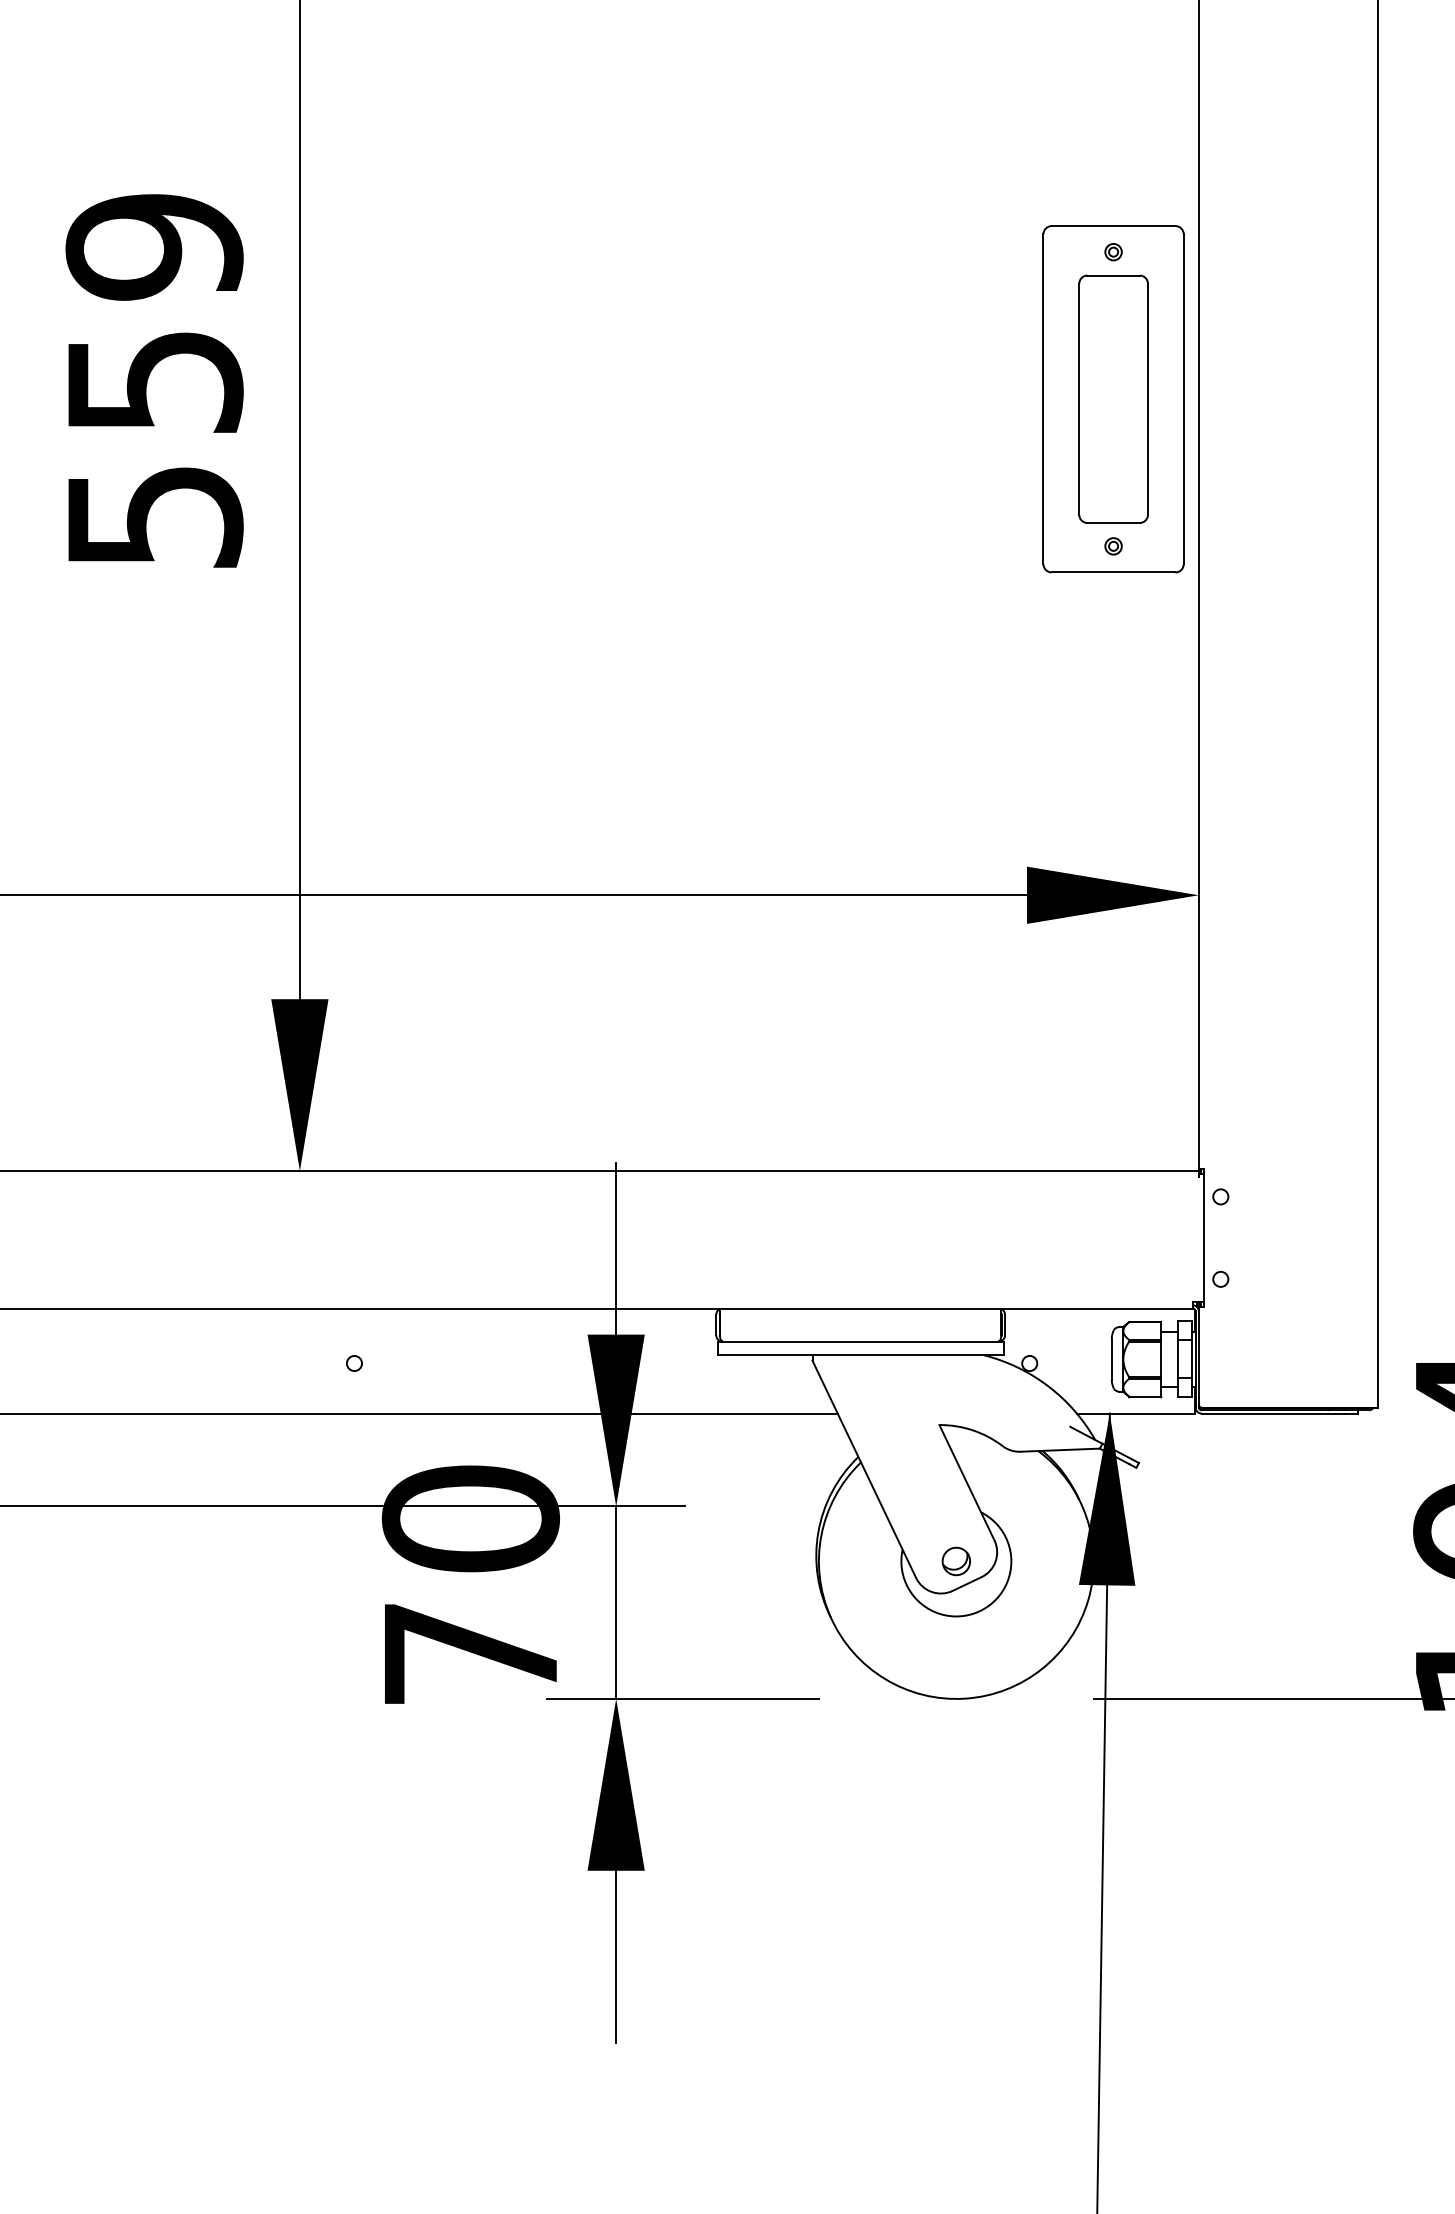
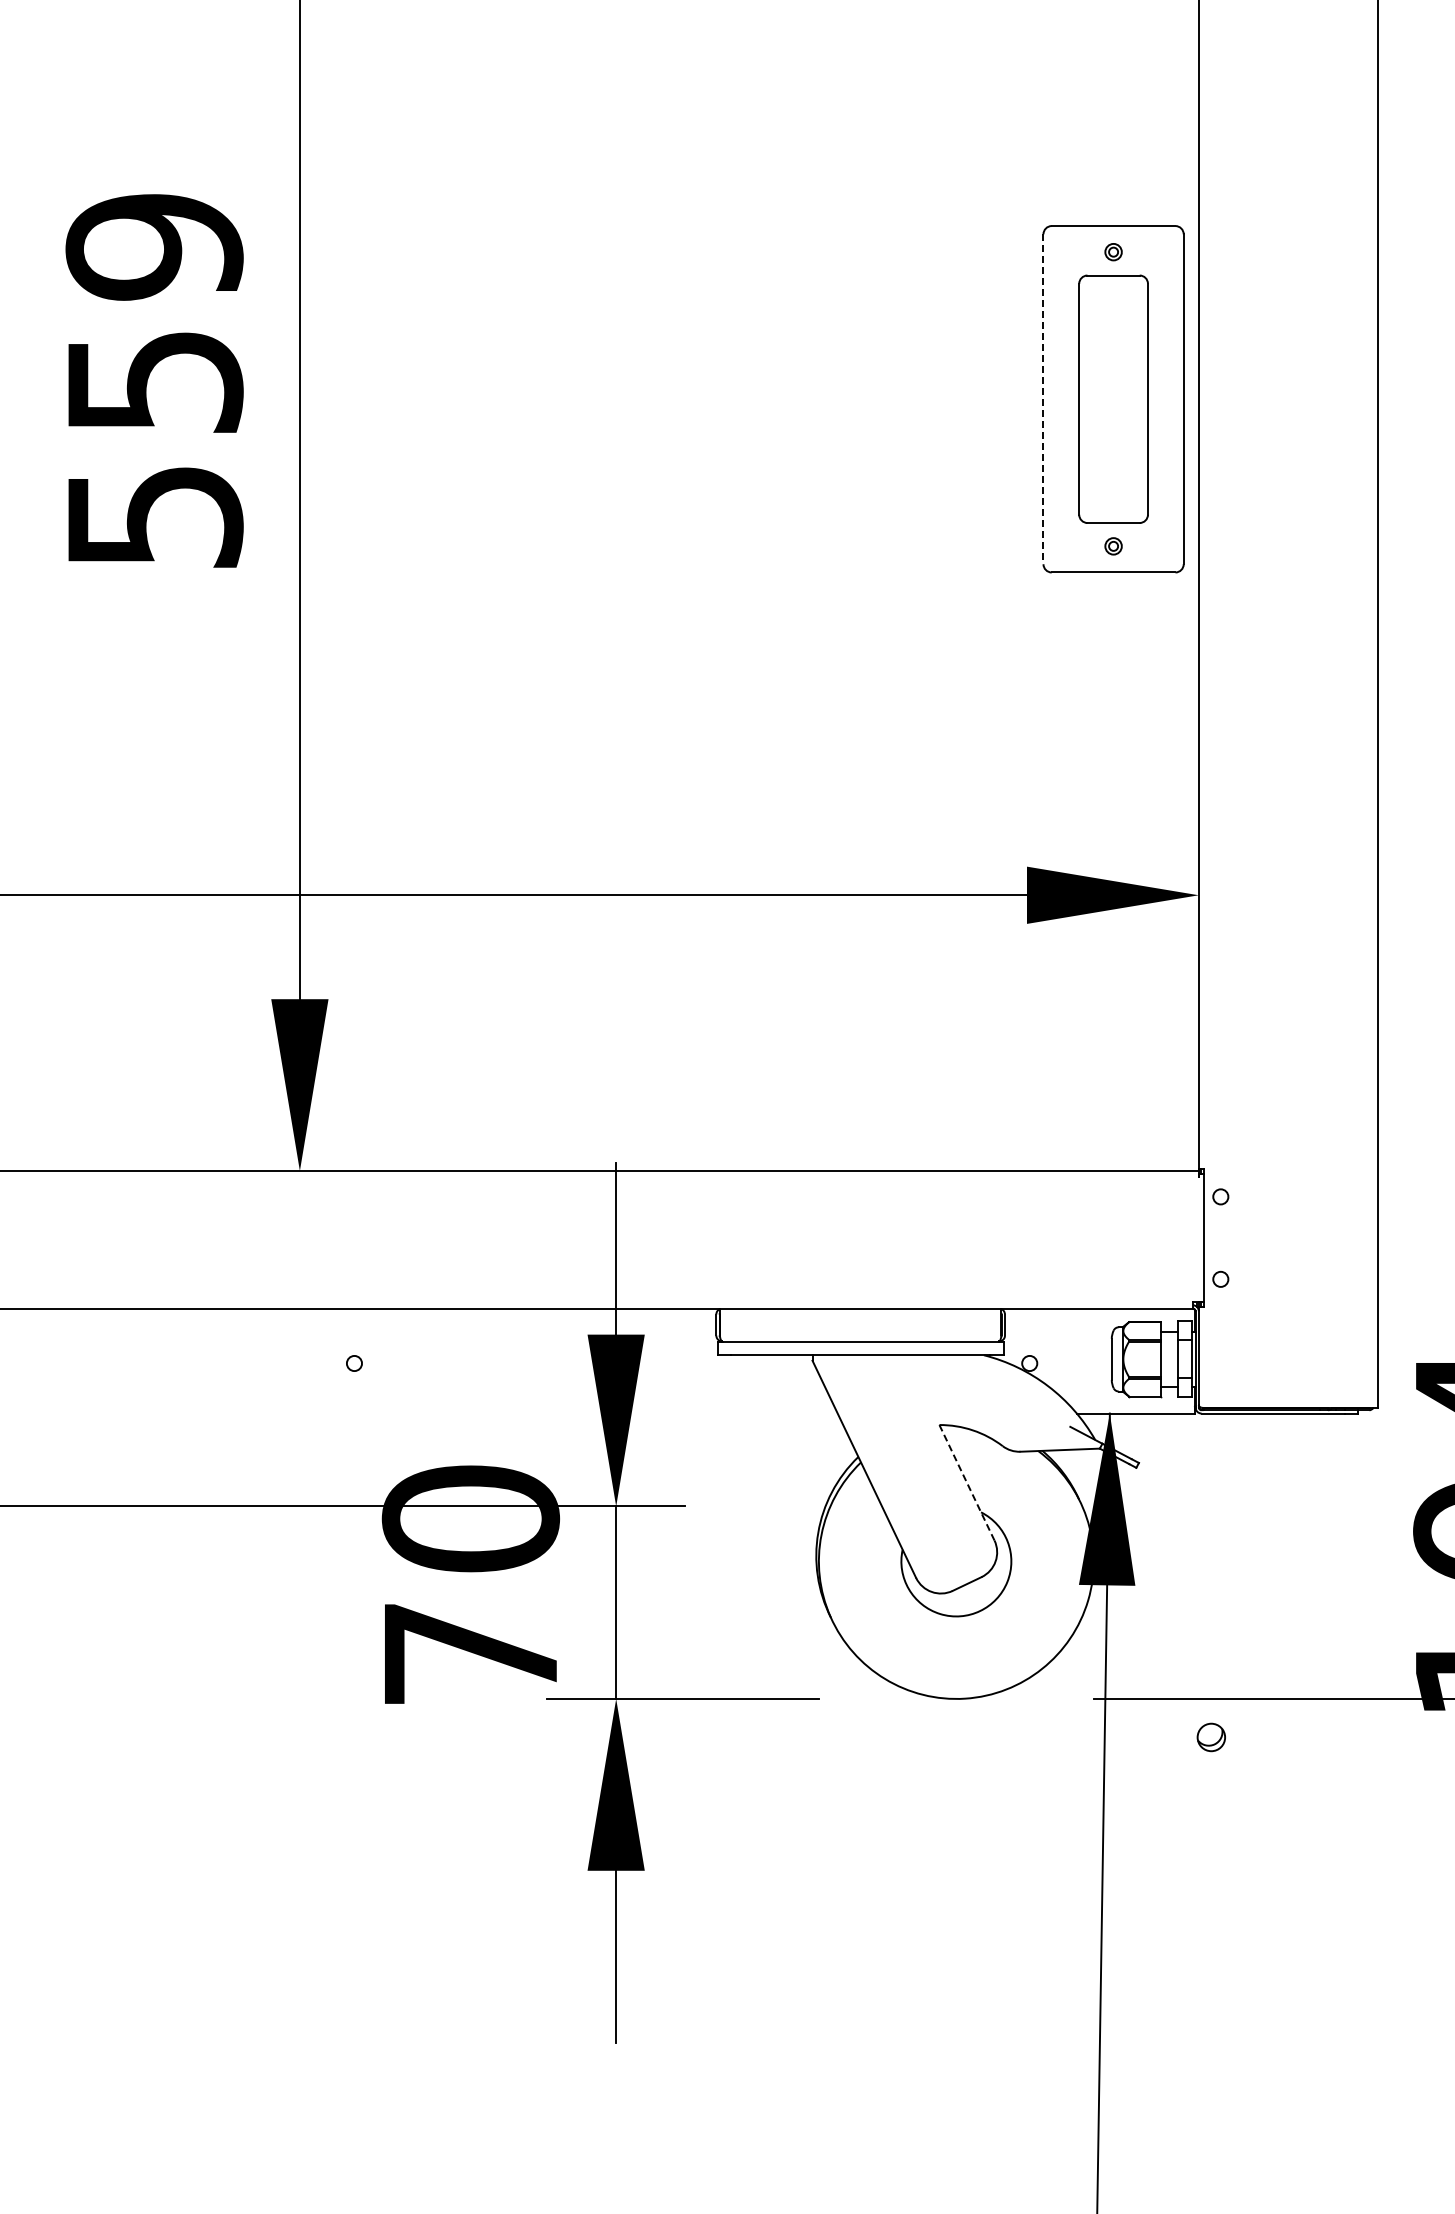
line at (1043, 399): solid -> dashed
line at (419, 1413): present -> none
line at (966, 1482): solid -> dashed
part at (955, 1561) position: (955, 1561) -> (1210, 1737)
